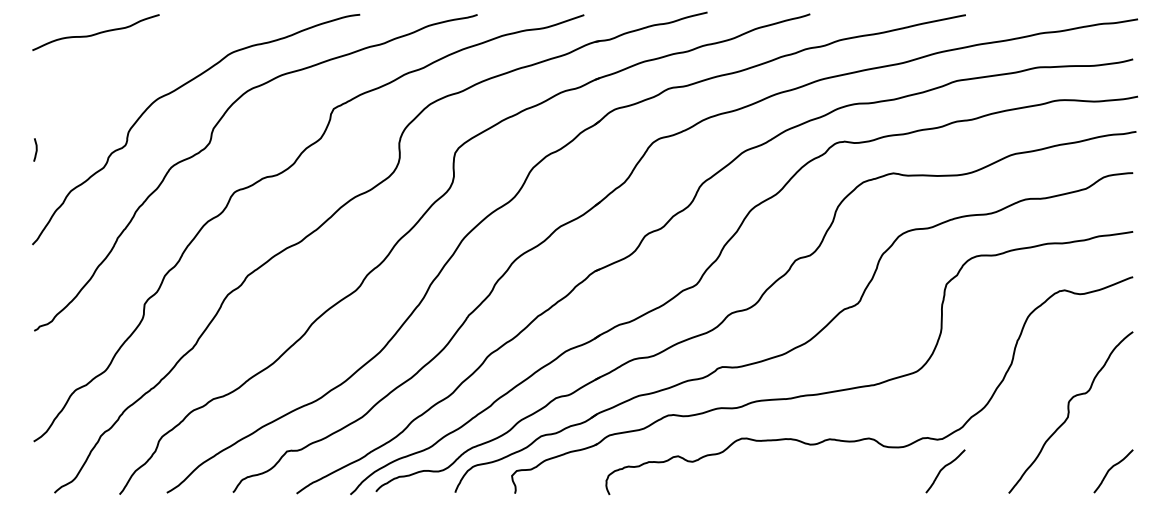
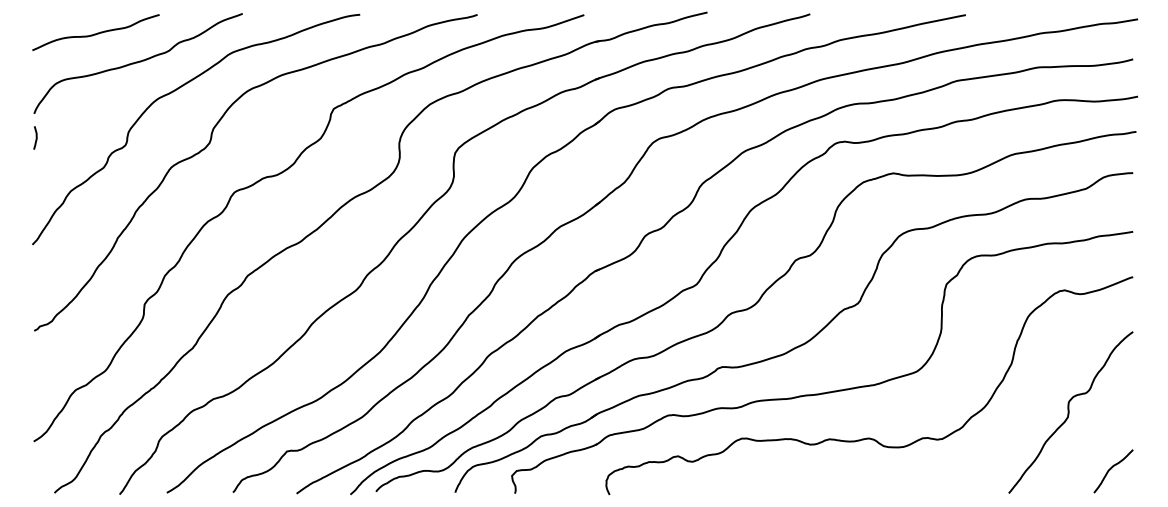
curve at (137, 63): none -> present
curve at (35, 149) position: (35, 149) -> (35, 137)
curve at (943, 469): present -> none
